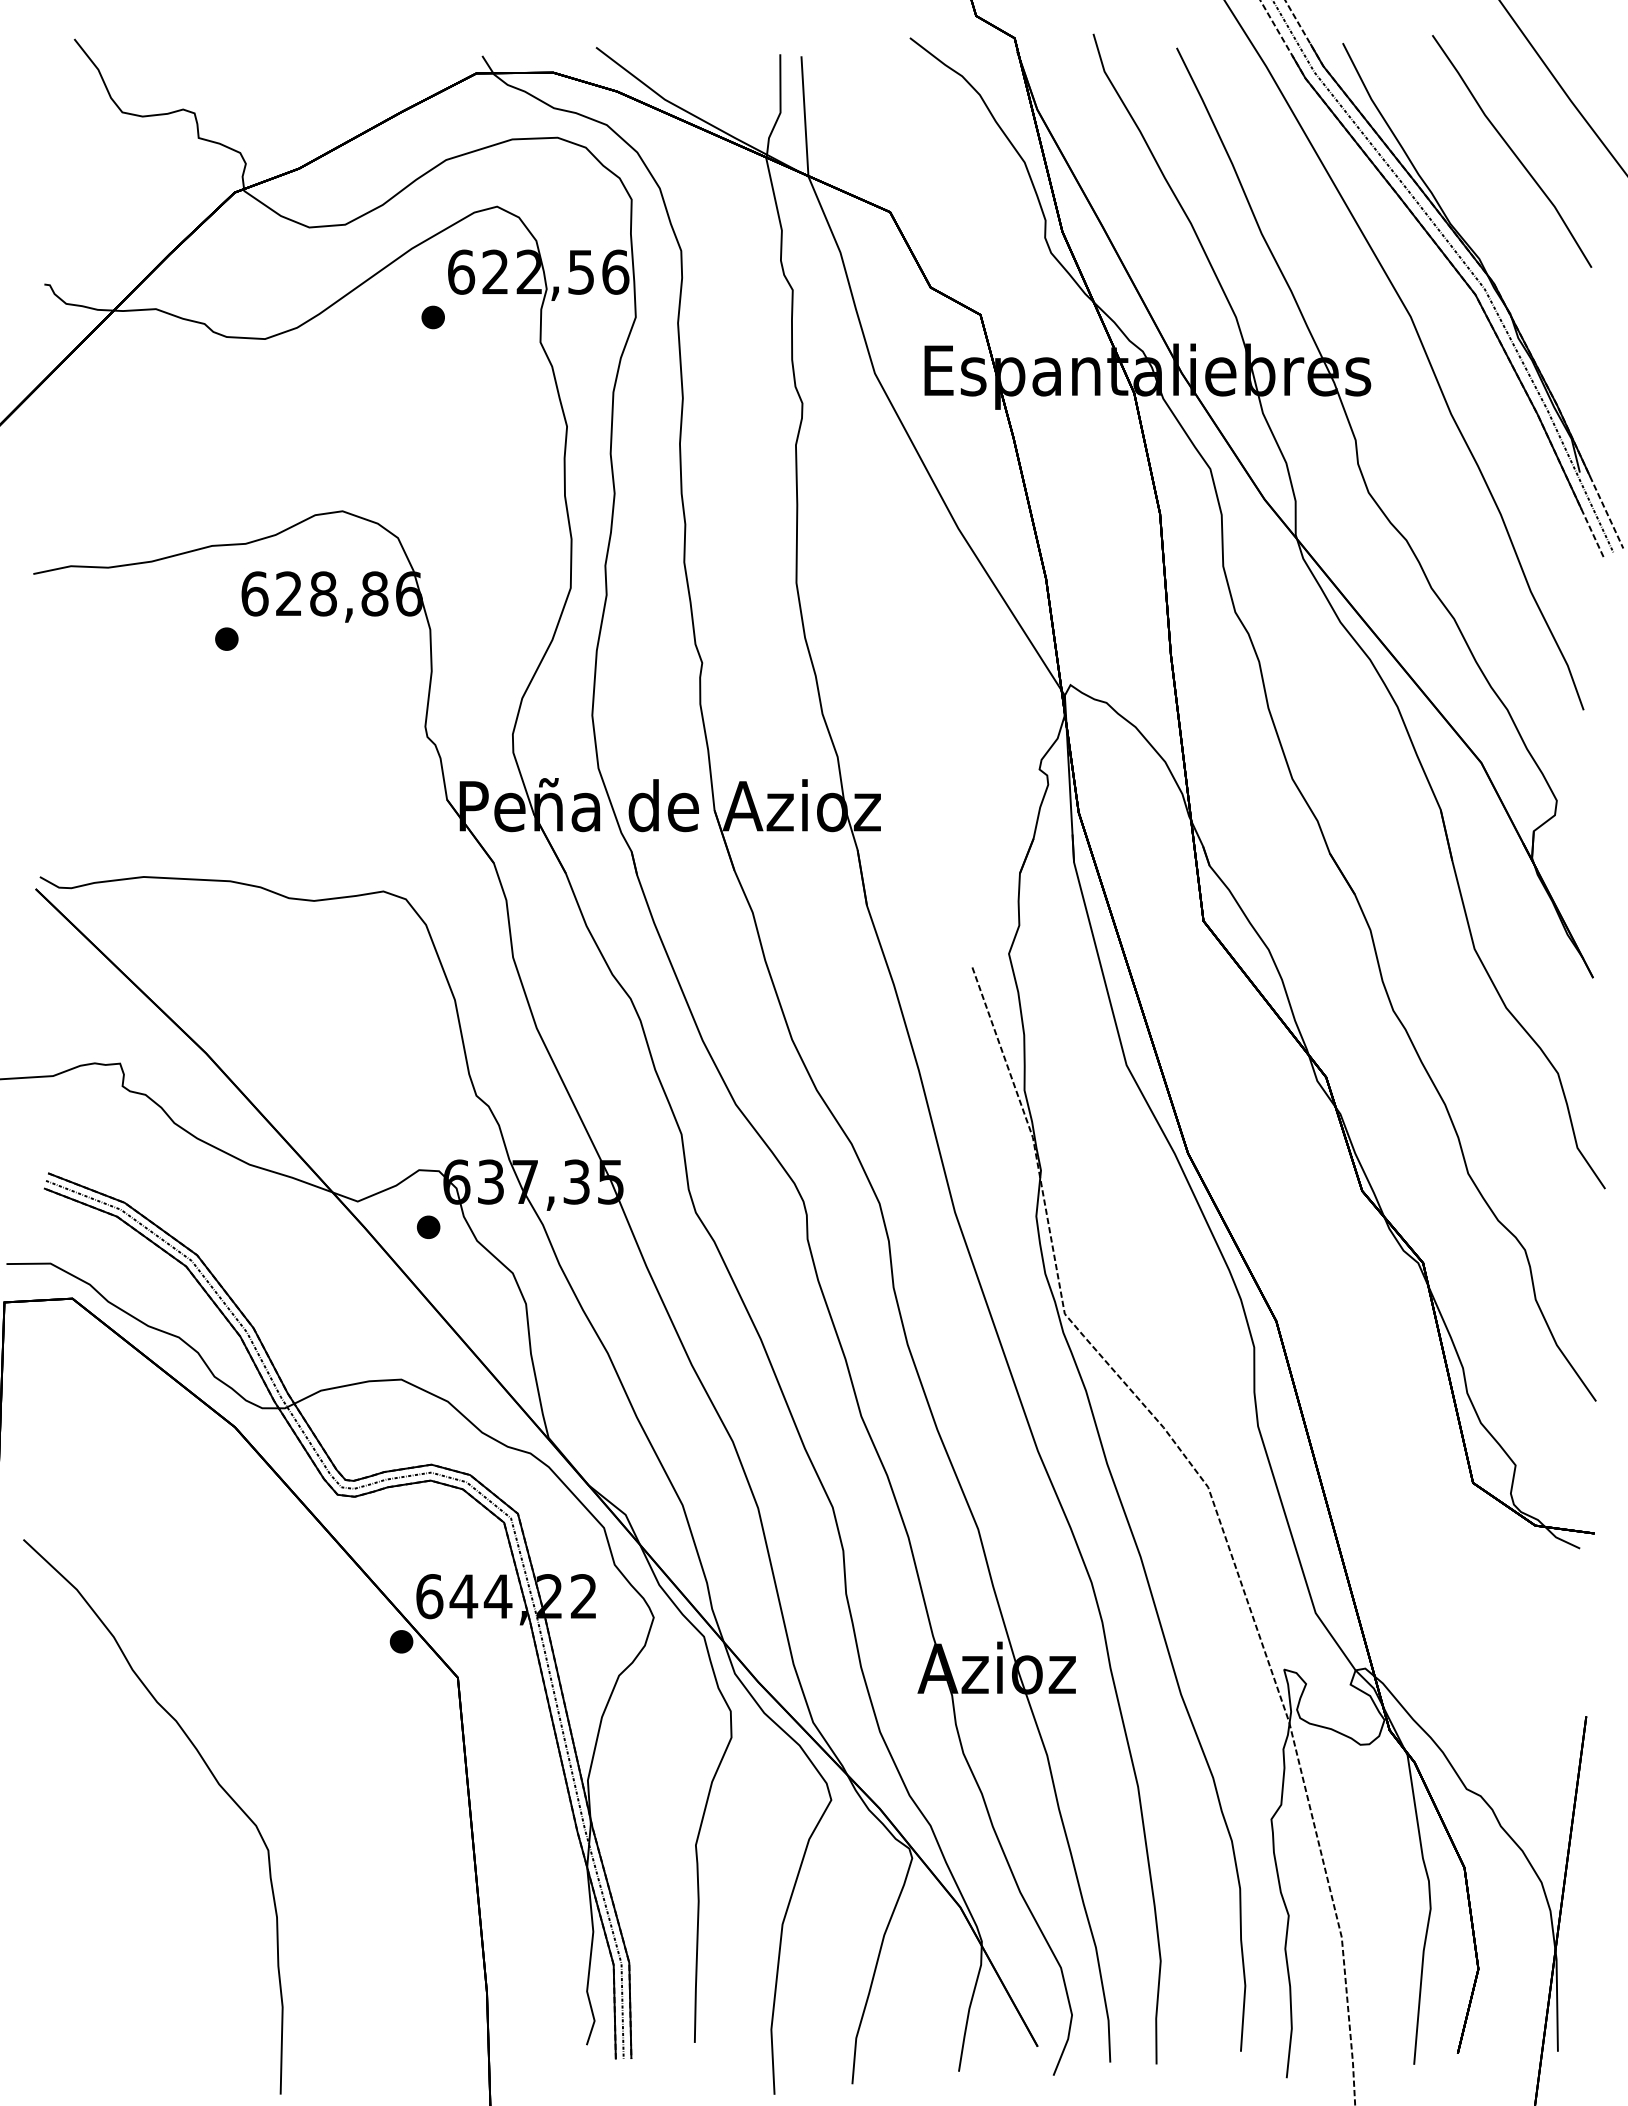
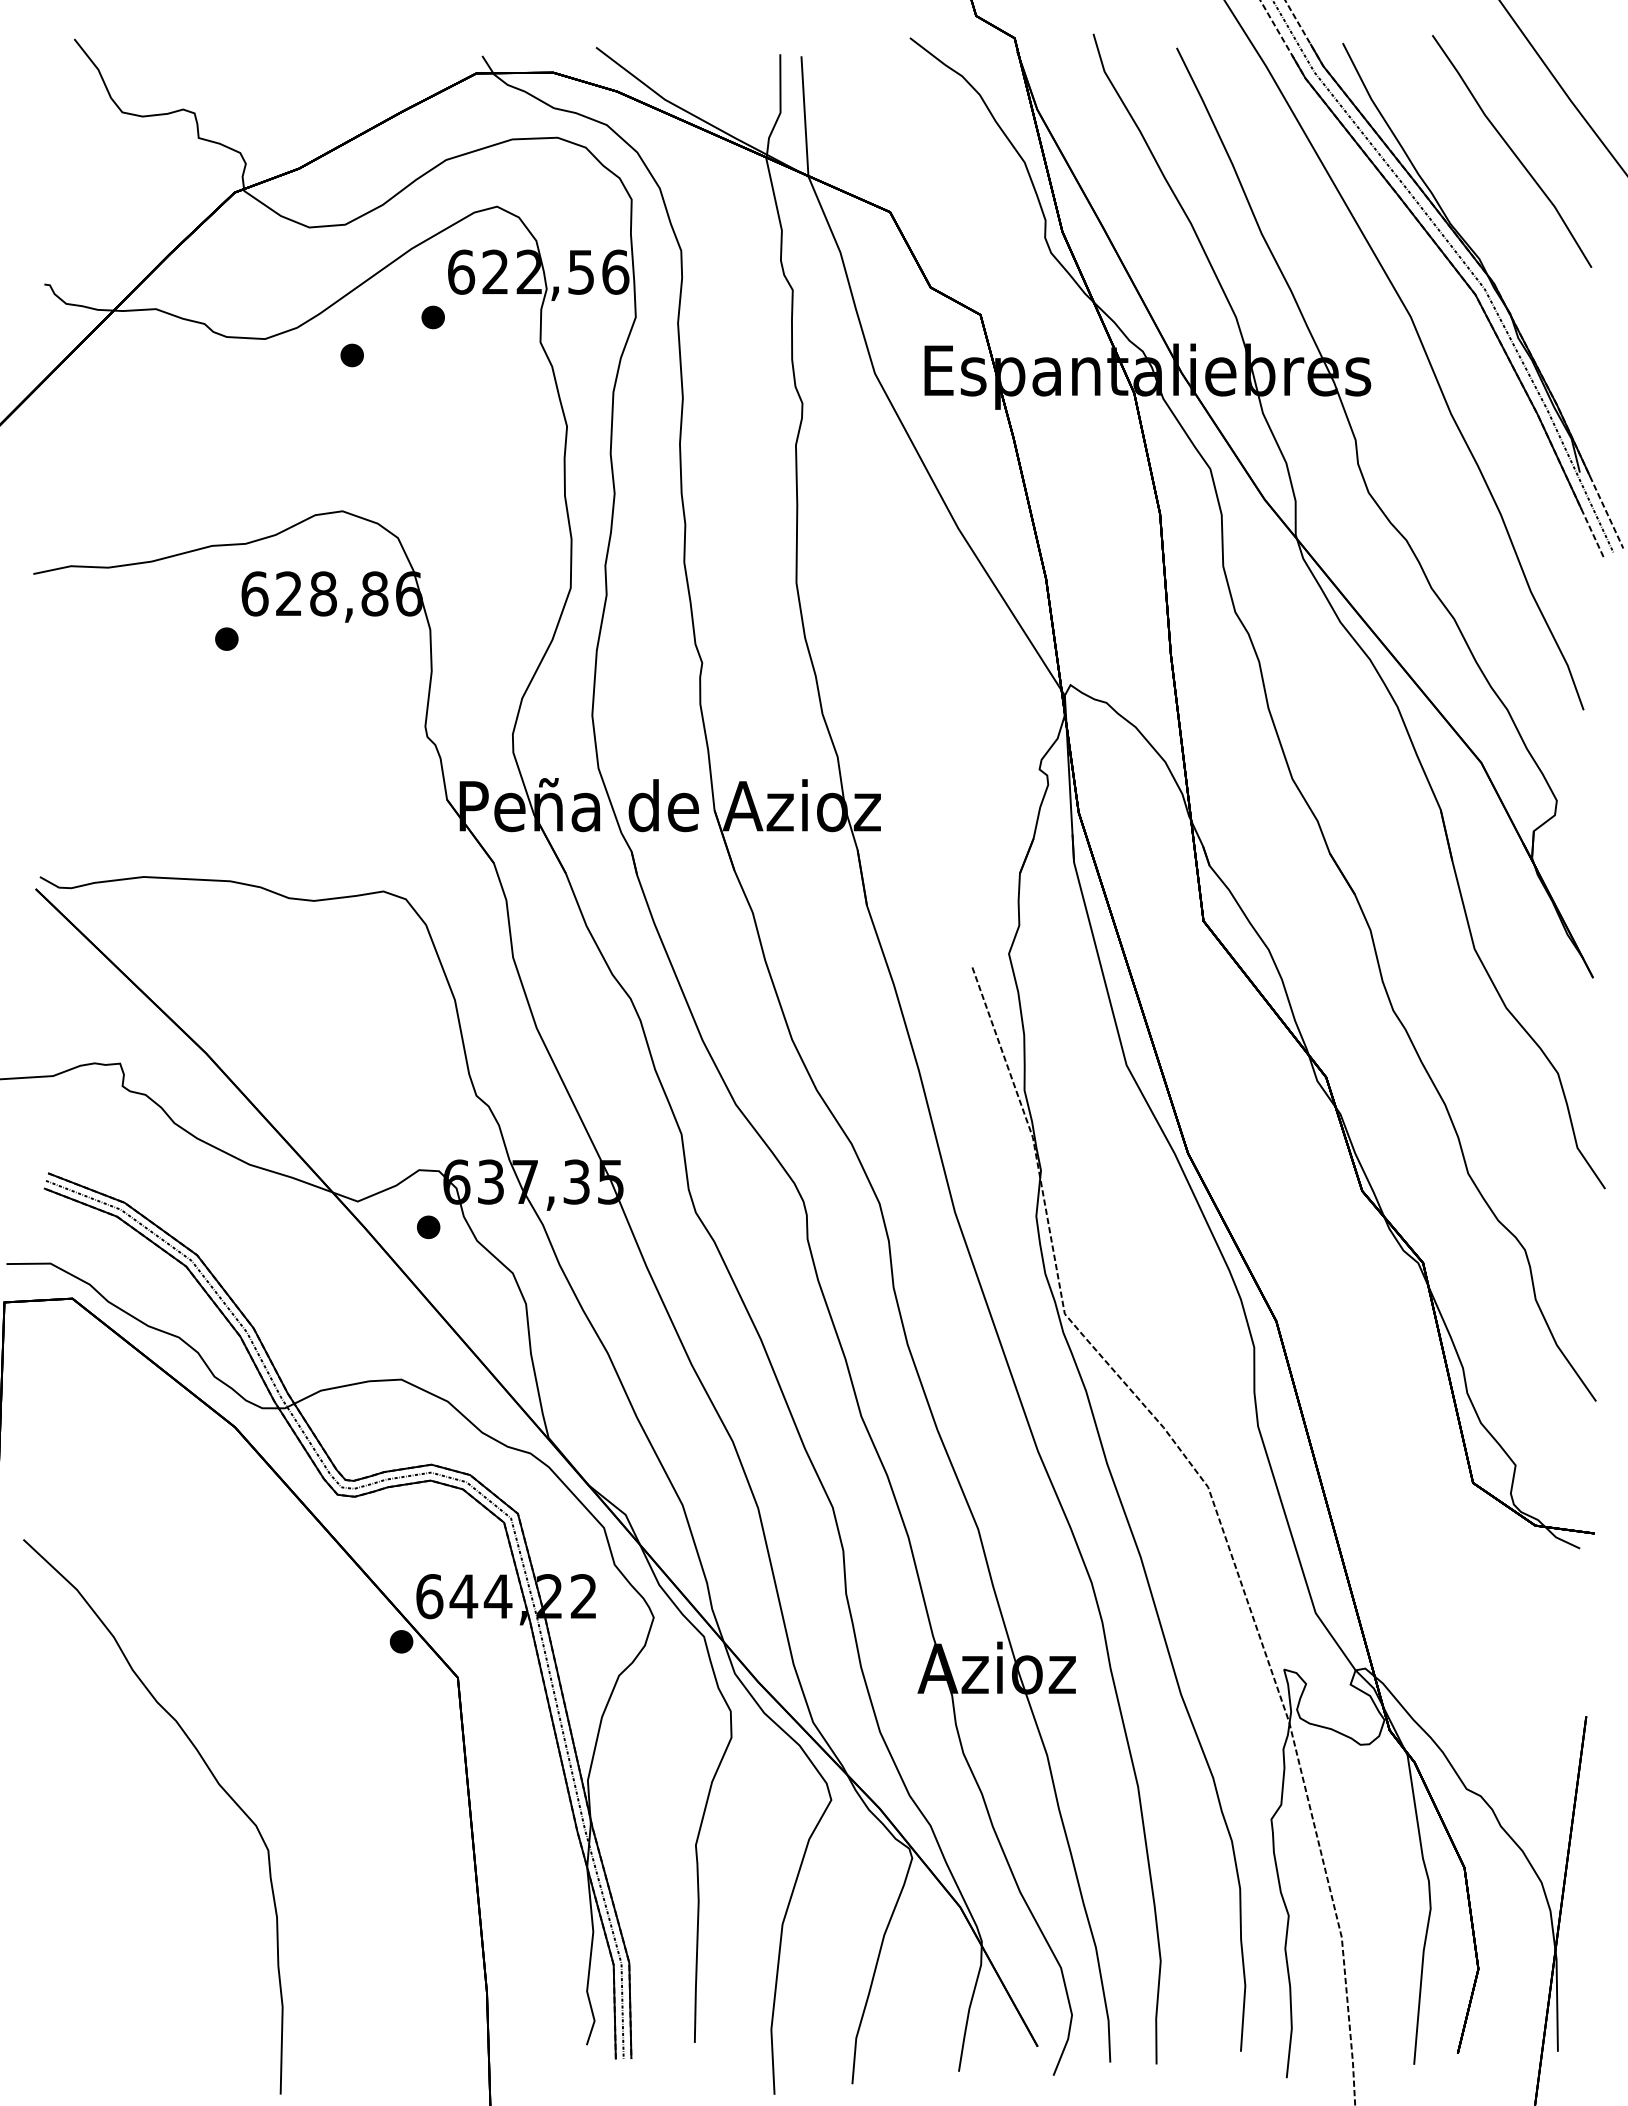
part at (351, 355): none -> present
